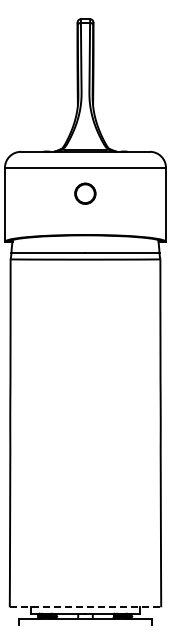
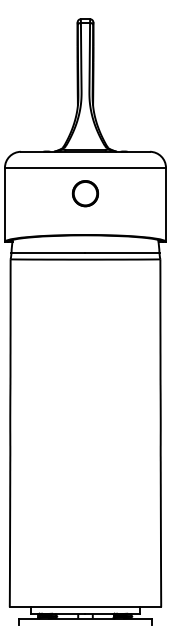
part at (85, 193) size: 23x23 px -> 28x28 px
line at (85, 607): dashed -> solid
